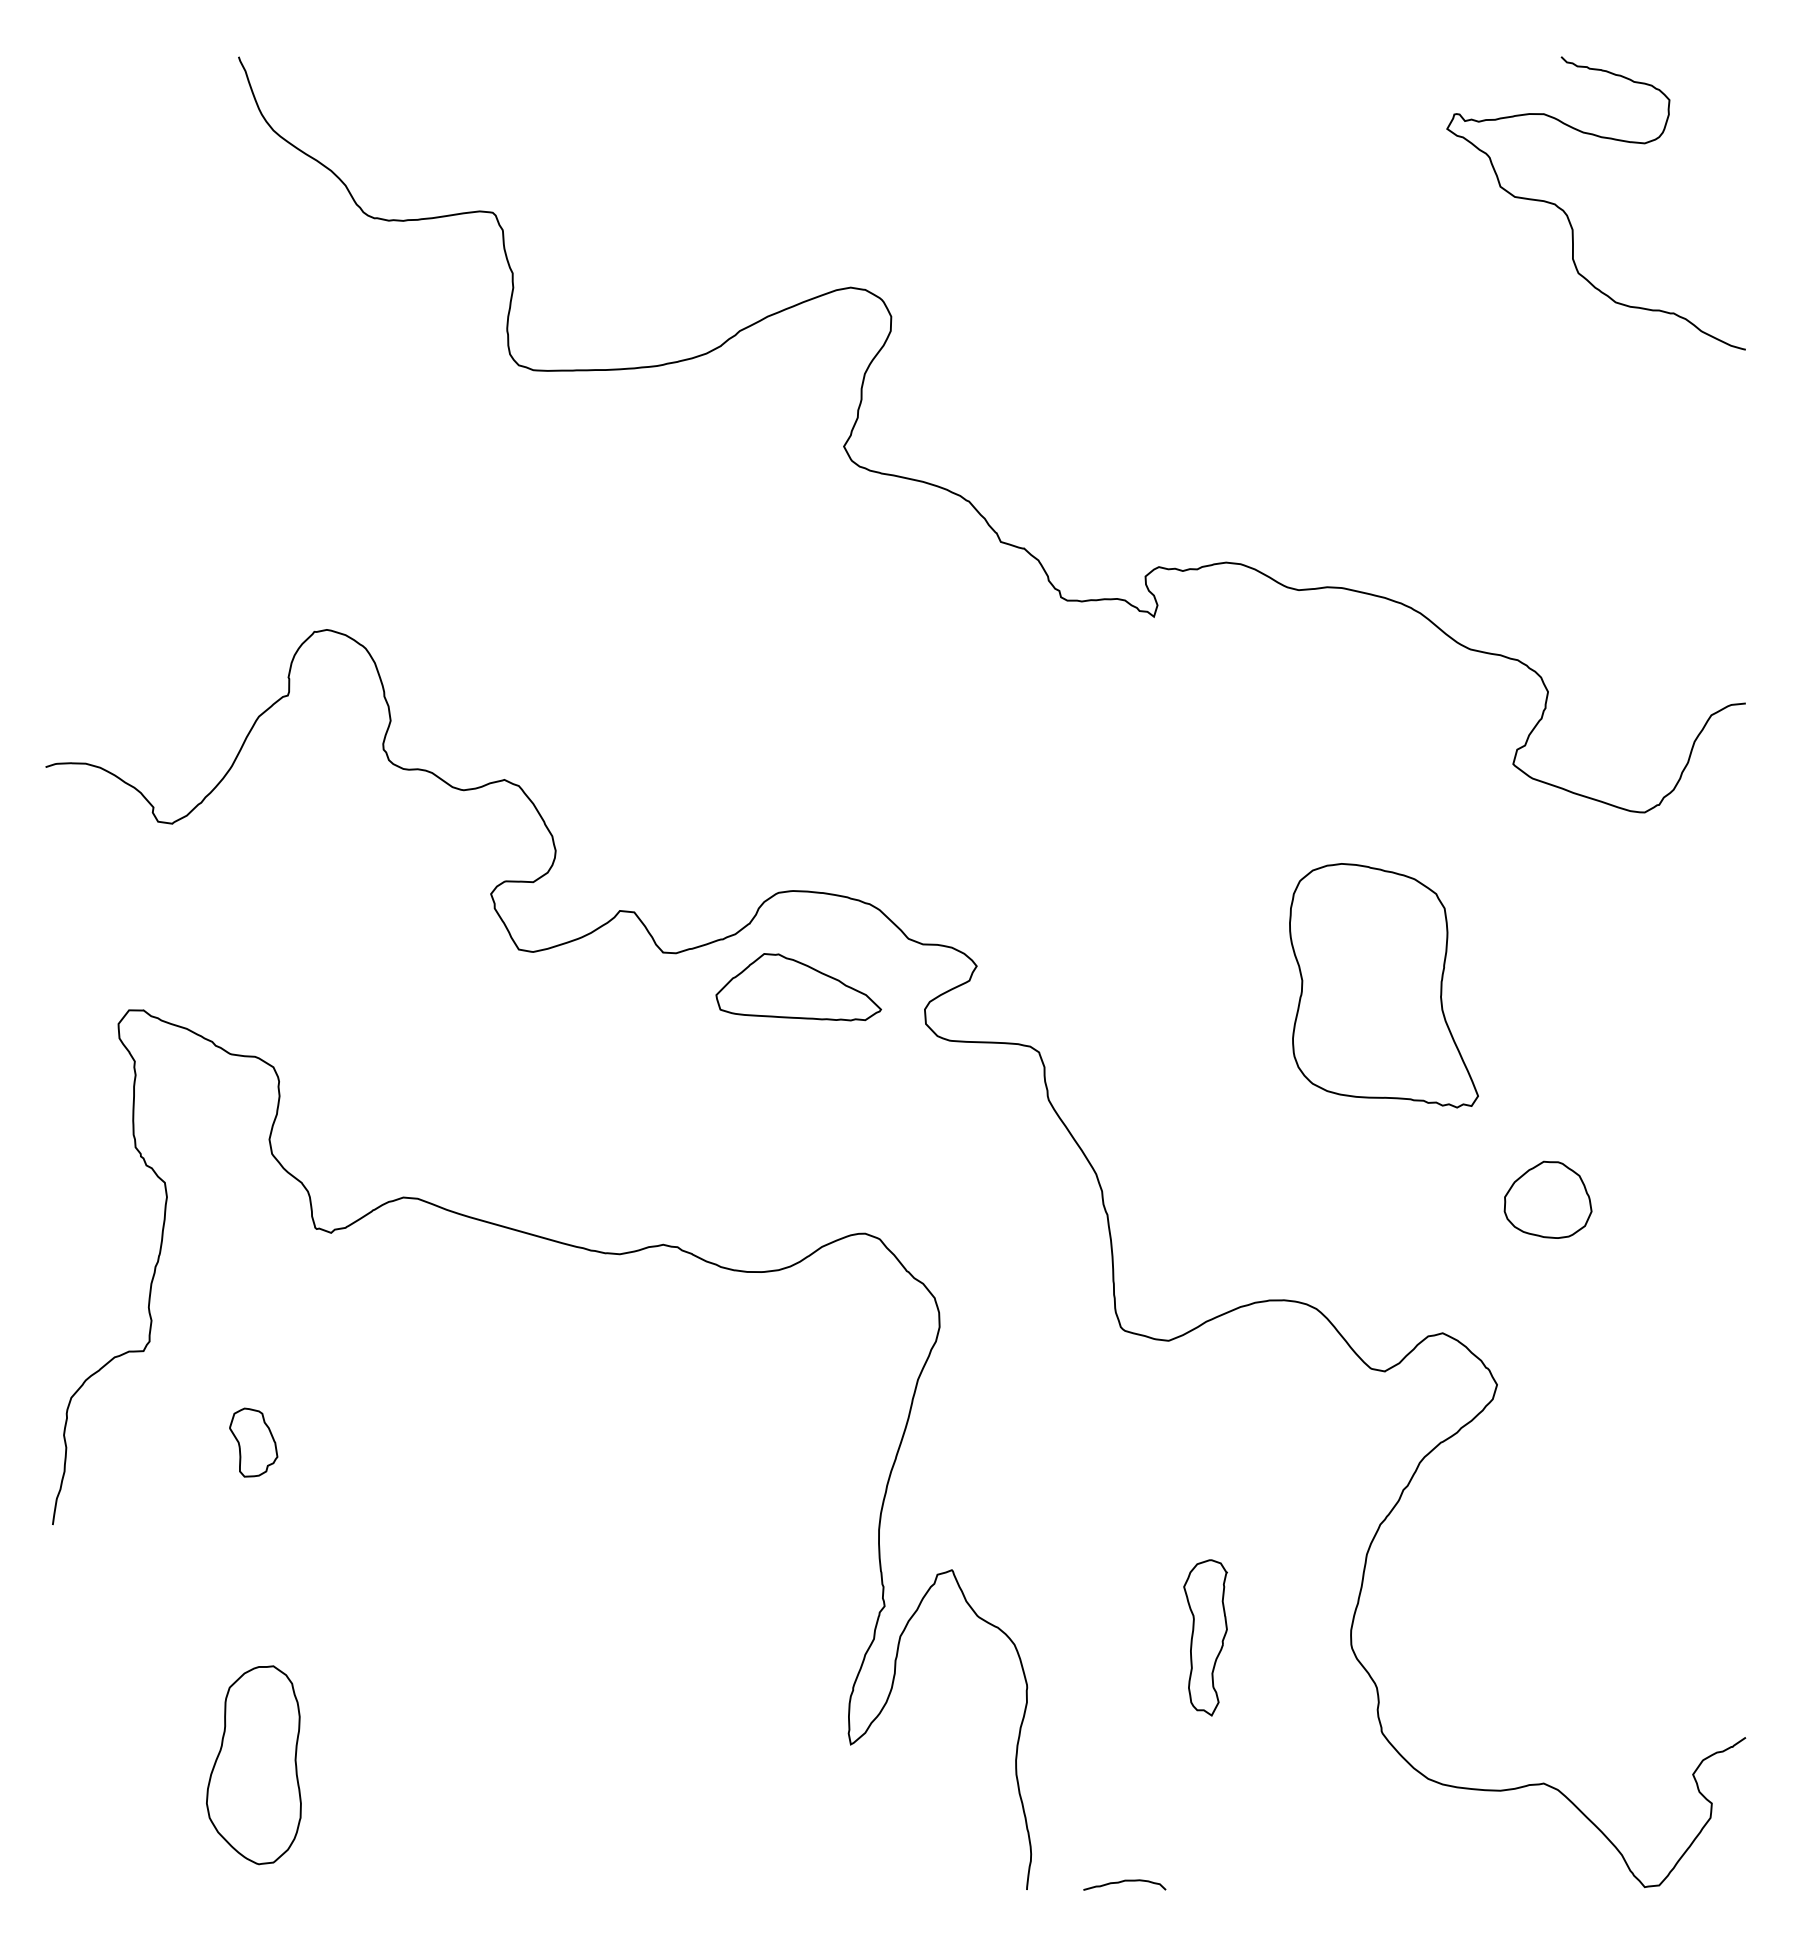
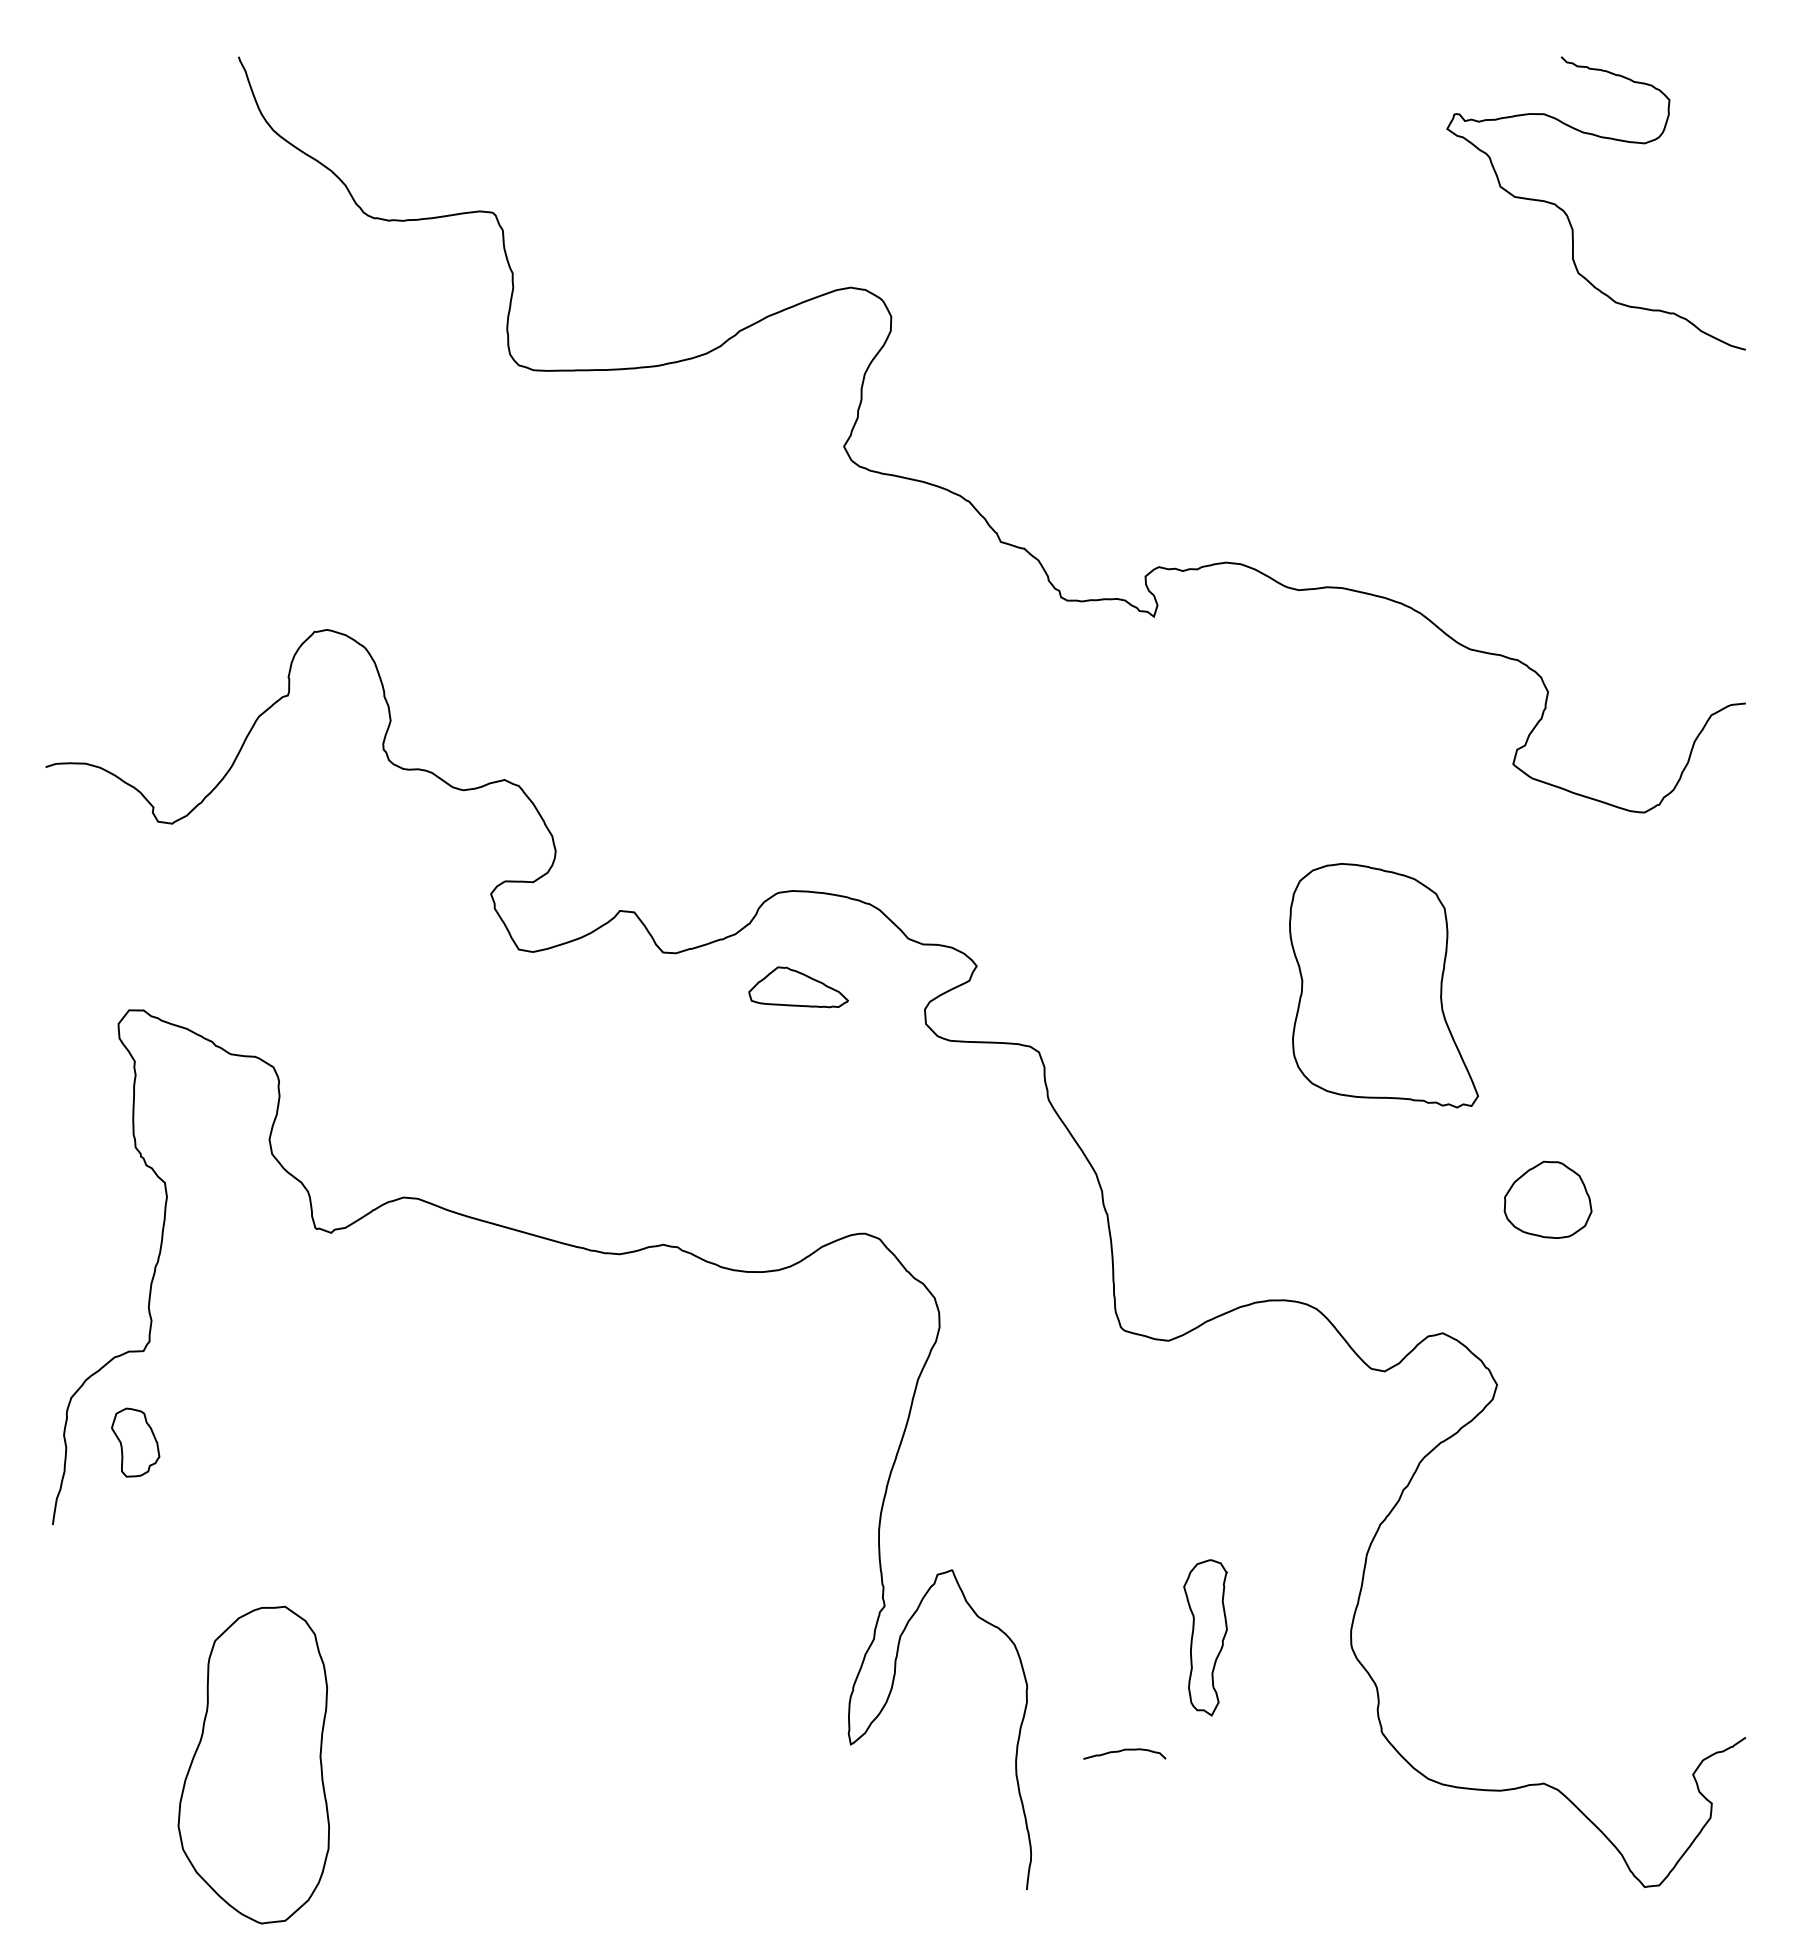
part at (798, 987) size: 167x69 px -> 101x43 px
part at (253, 1442) position: (253, 1442) -> (135, 1442)
part at (253, 1765) size: 96x201 px -> 153x320 px
curve at (1122, 1882) position: (1122, 1882) -> (1122, 1751)
